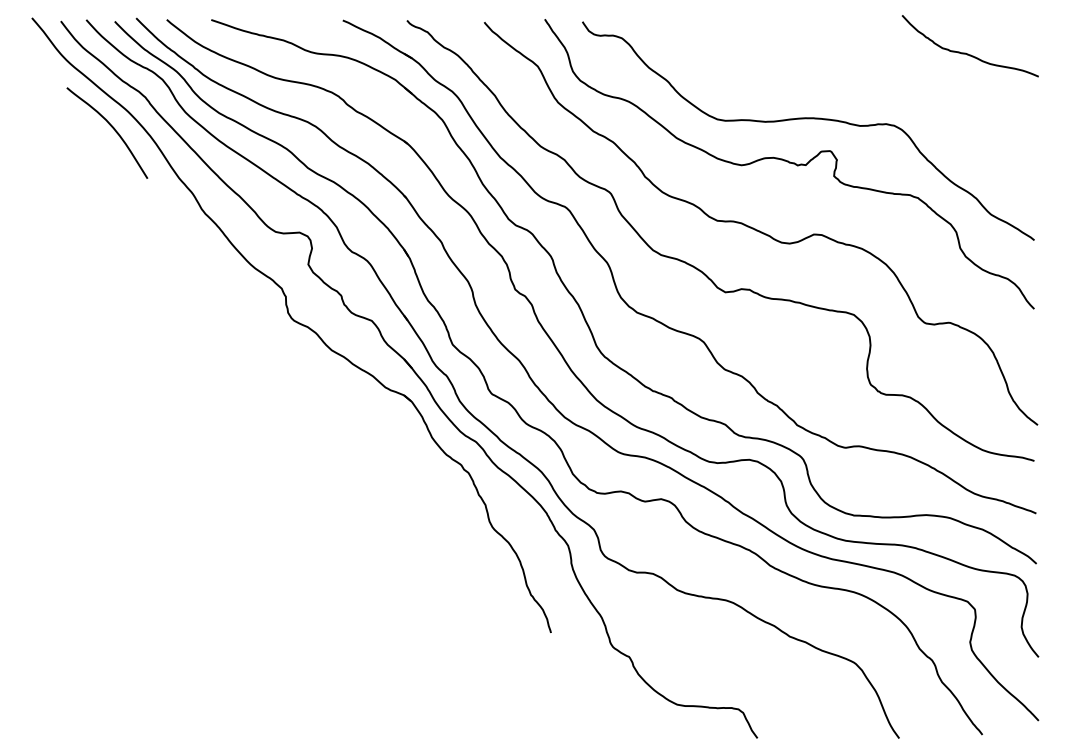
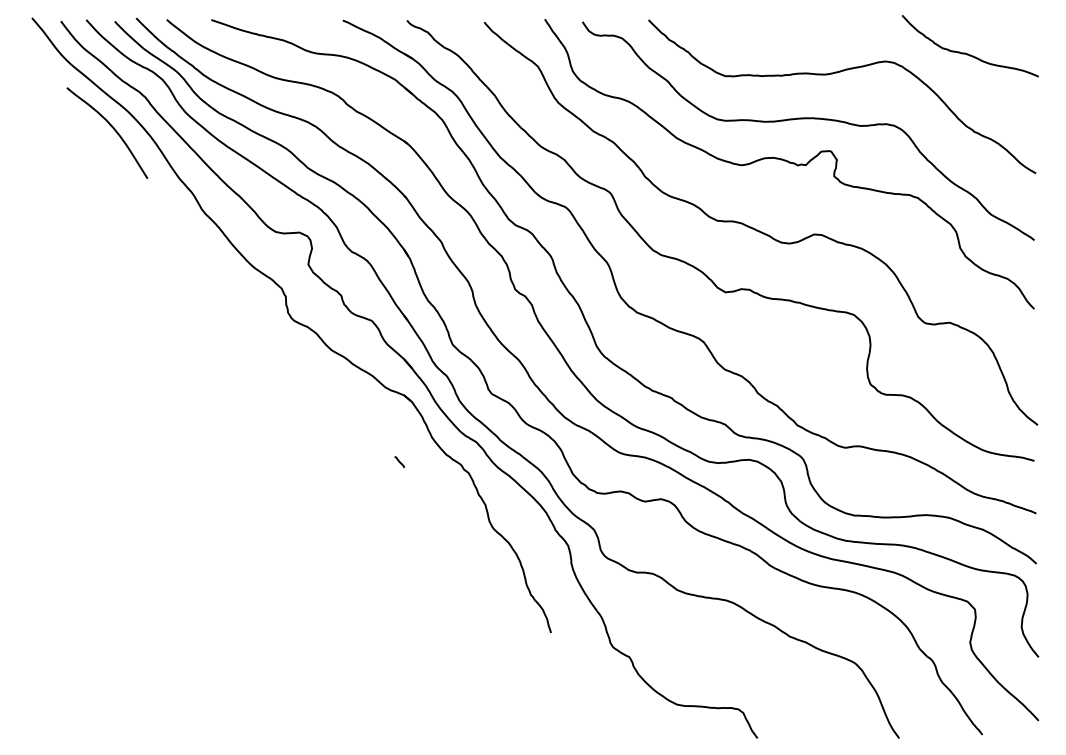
curve at (837, 73): none -> present
line at (399, 462): none -> present
